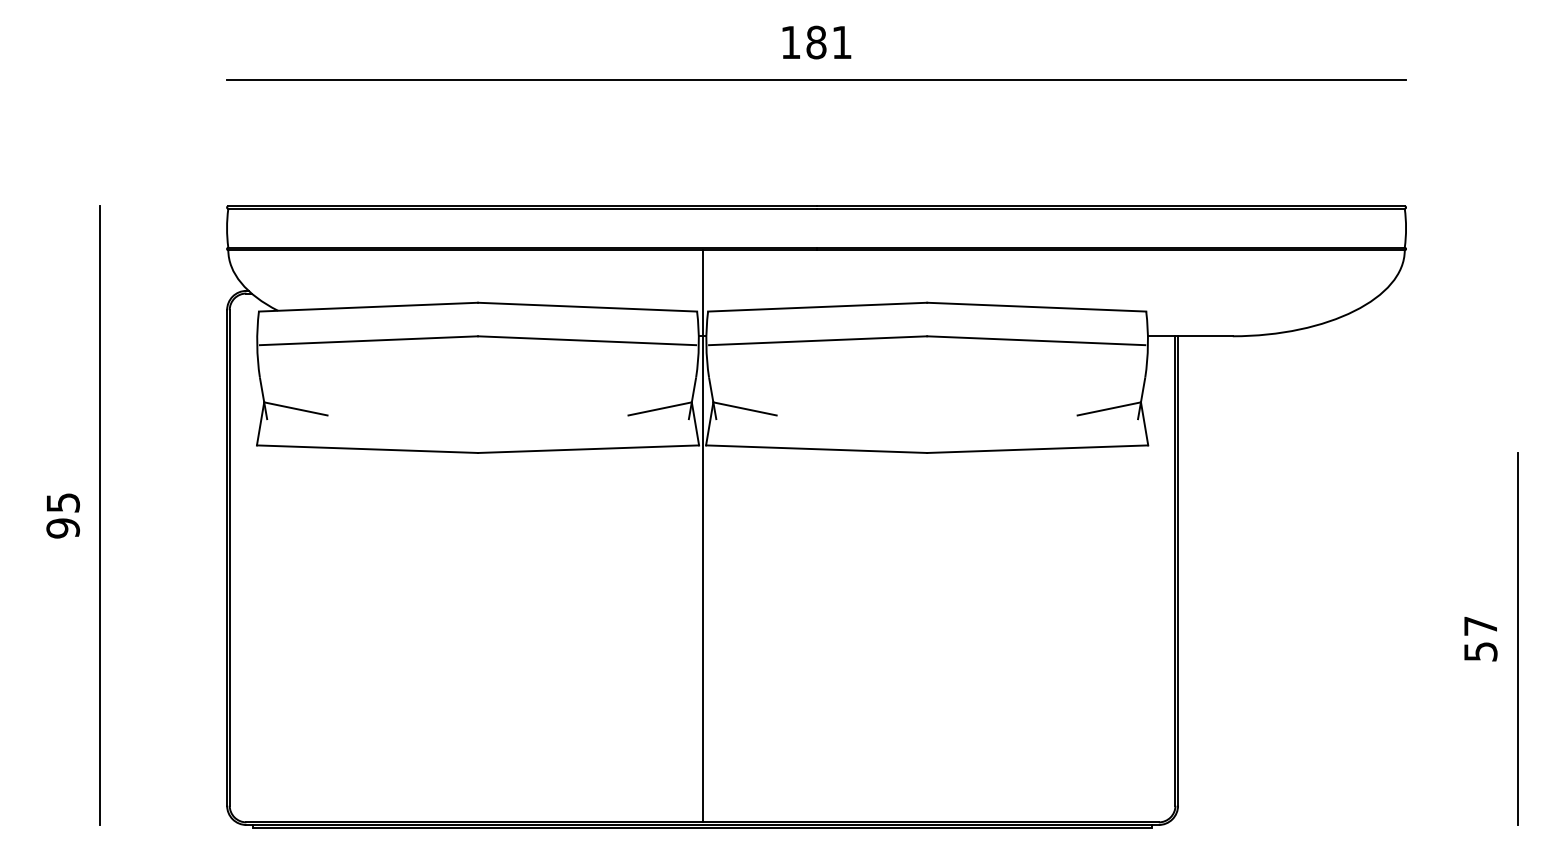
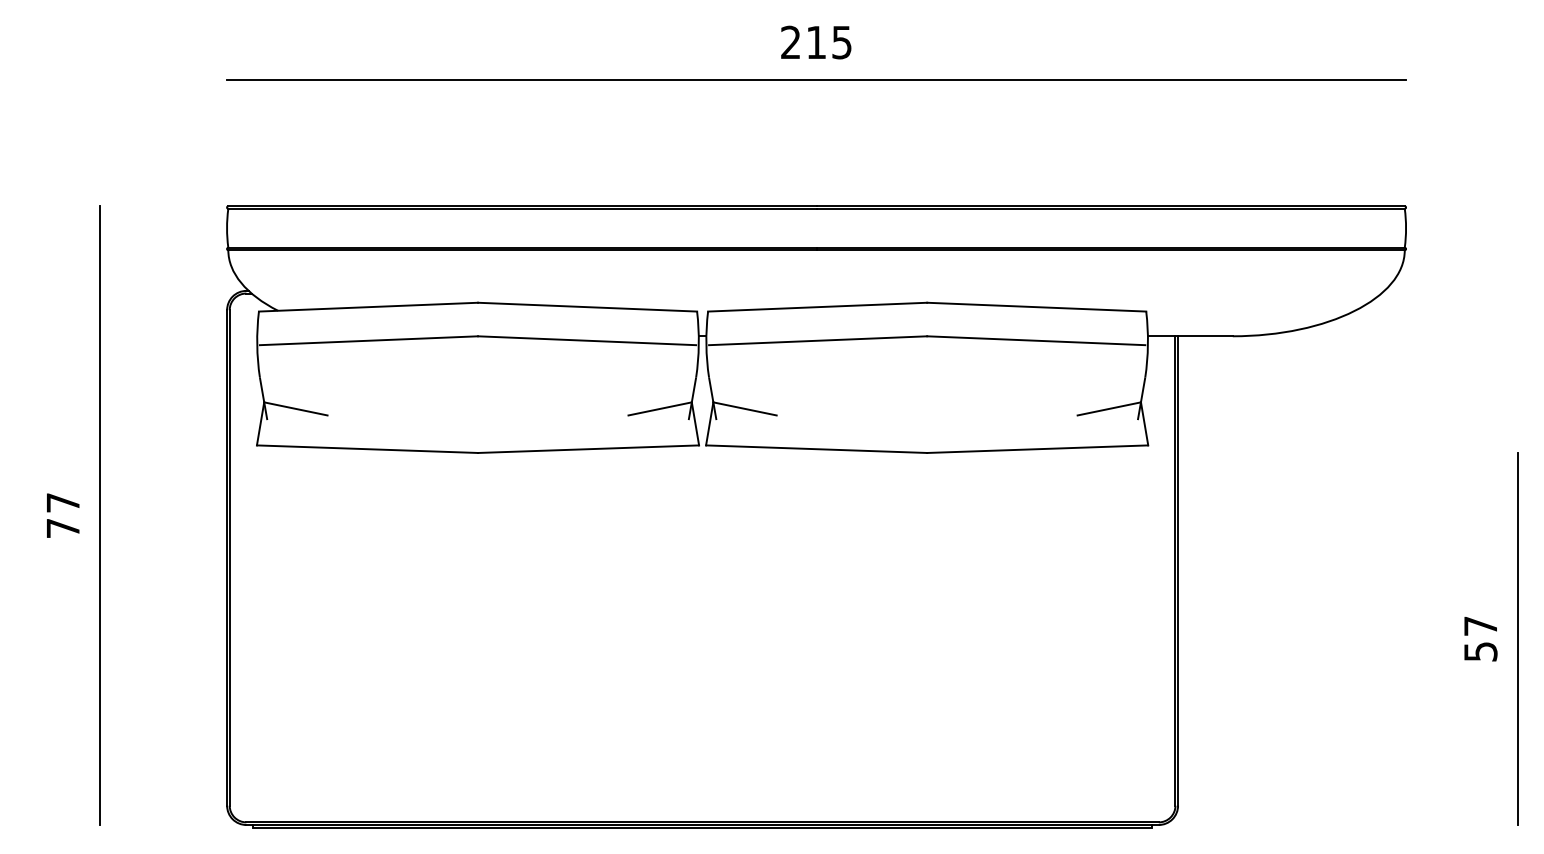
text at (816, 42): 181 -> 215
text at (63, 515): 95 -> 77
line at (702, 536): present -> none
